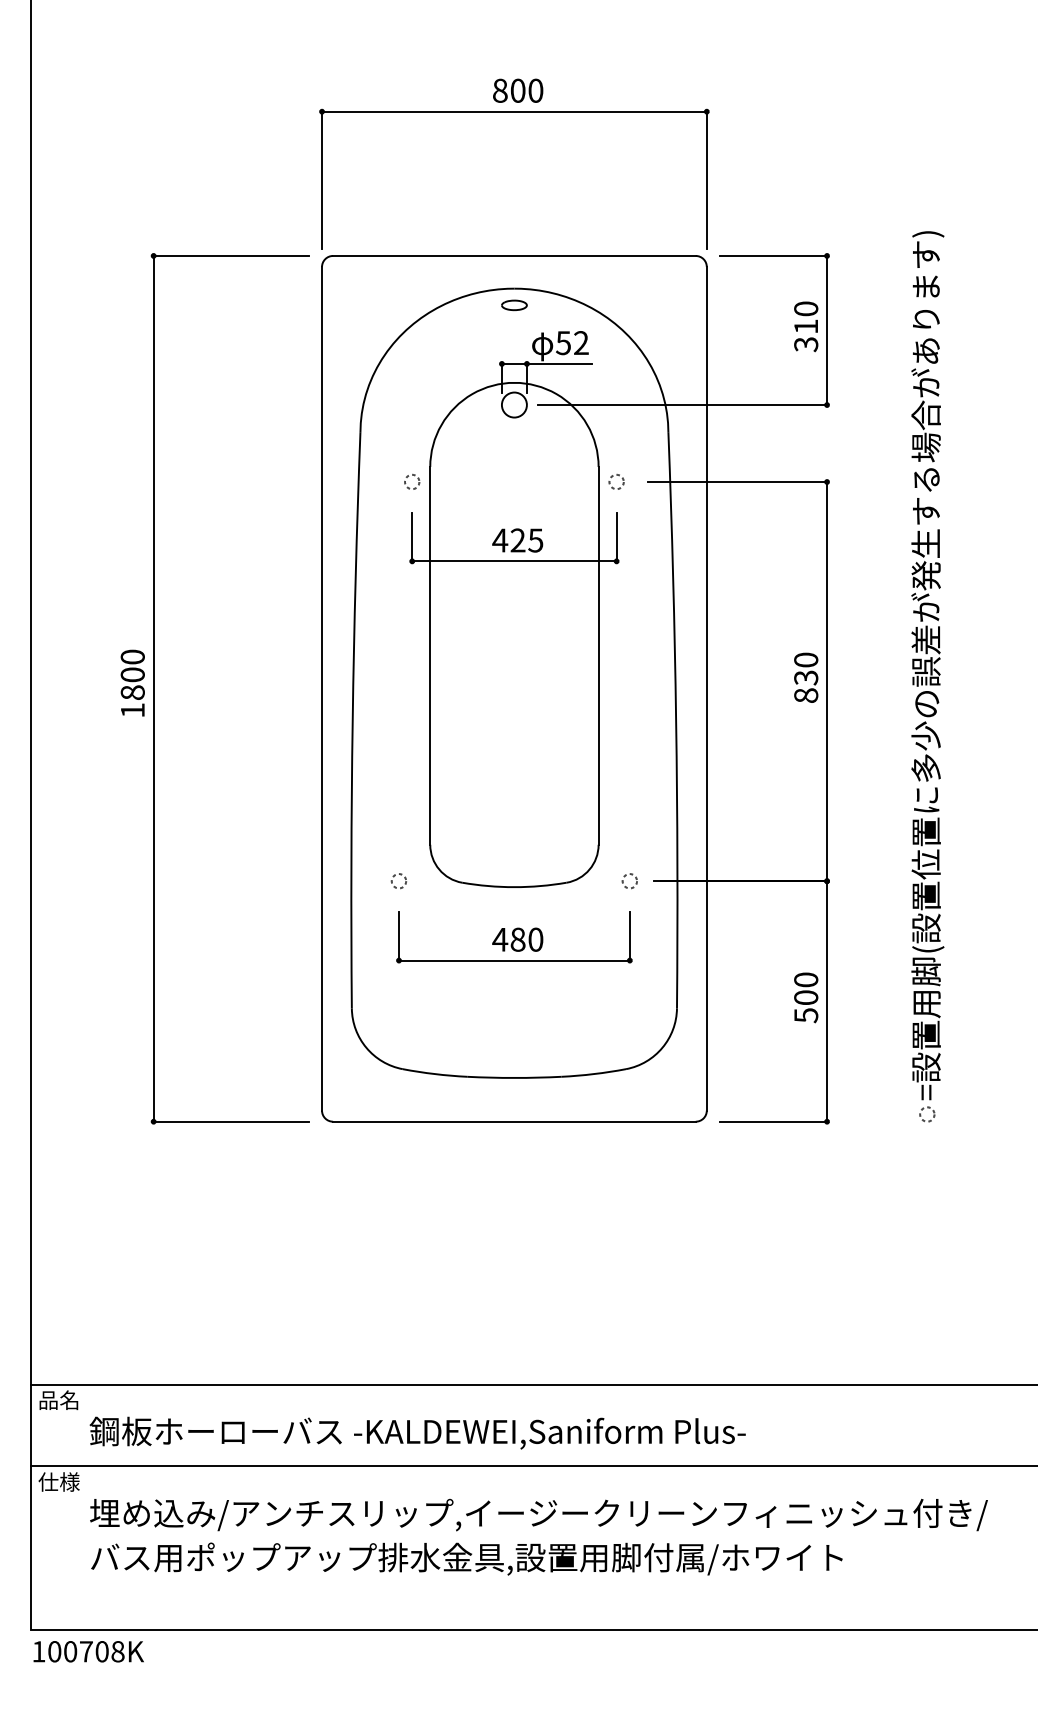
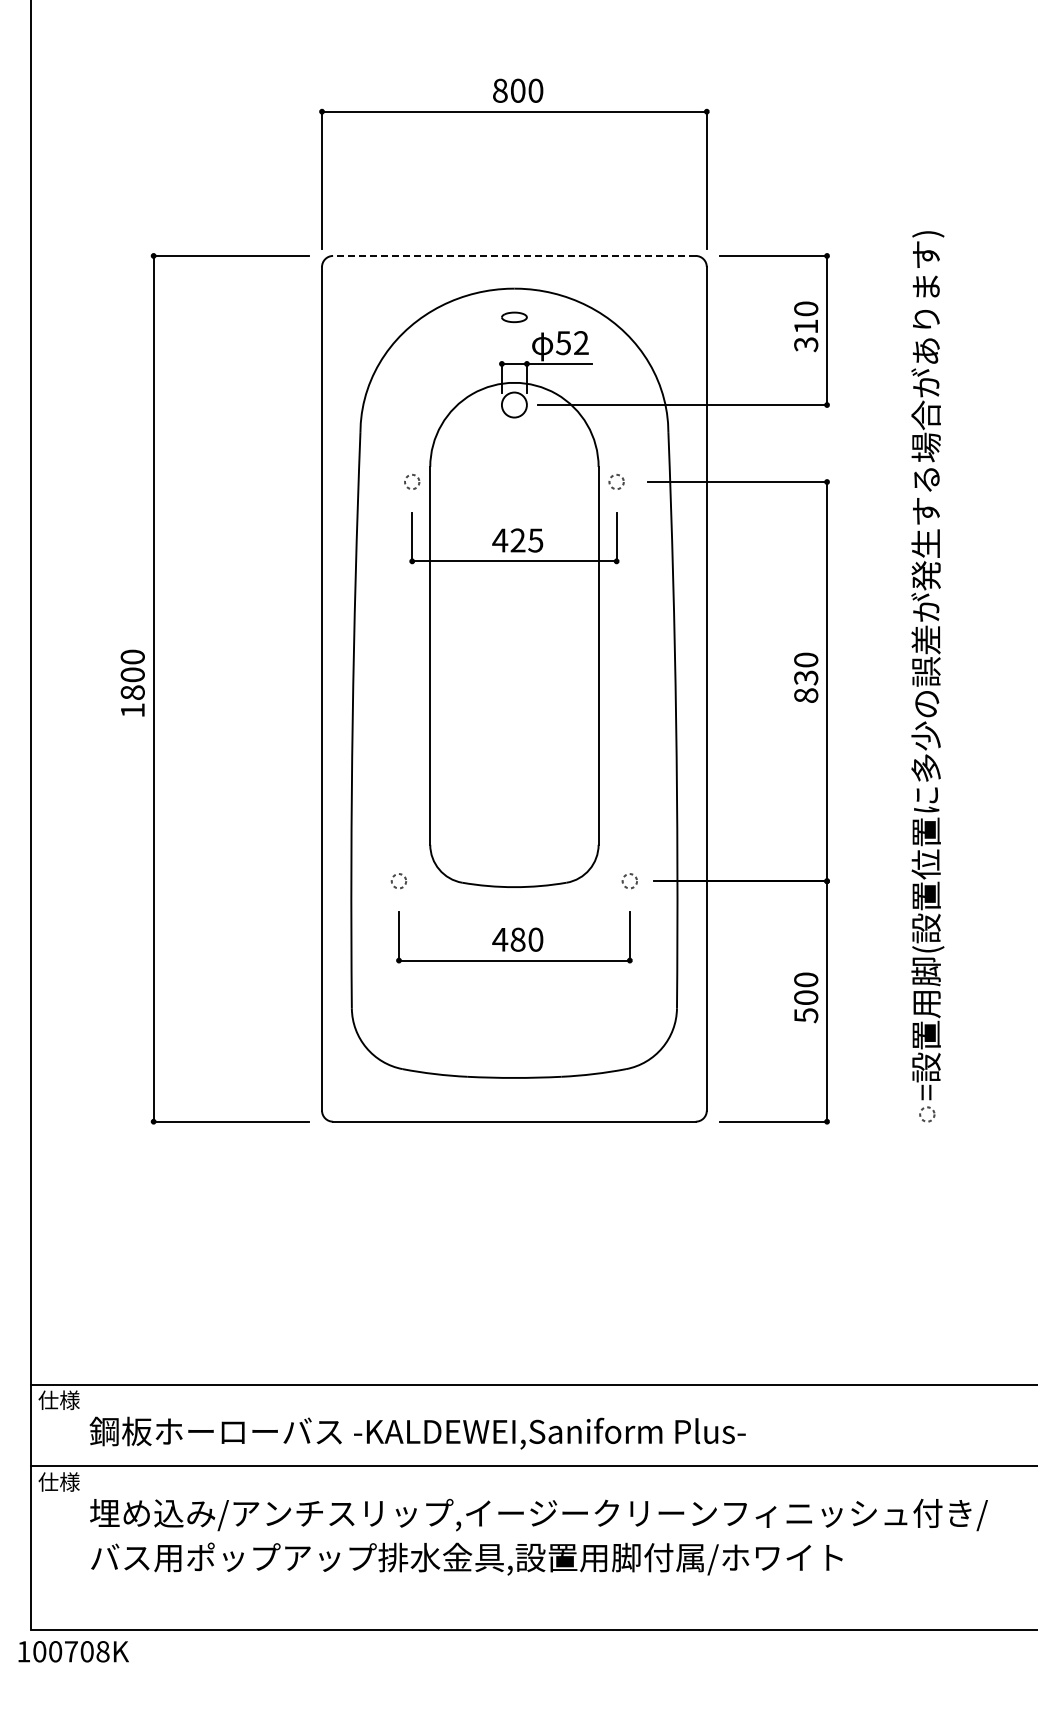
line at (513, 255): solid -> dashed
part at (514, 305) position: (514, 305) -> (514, 317)
text at (58, 1400): 品名 -> 仕様
text at (88, 1651) position: (88, 1651) -> (73, 1651)
